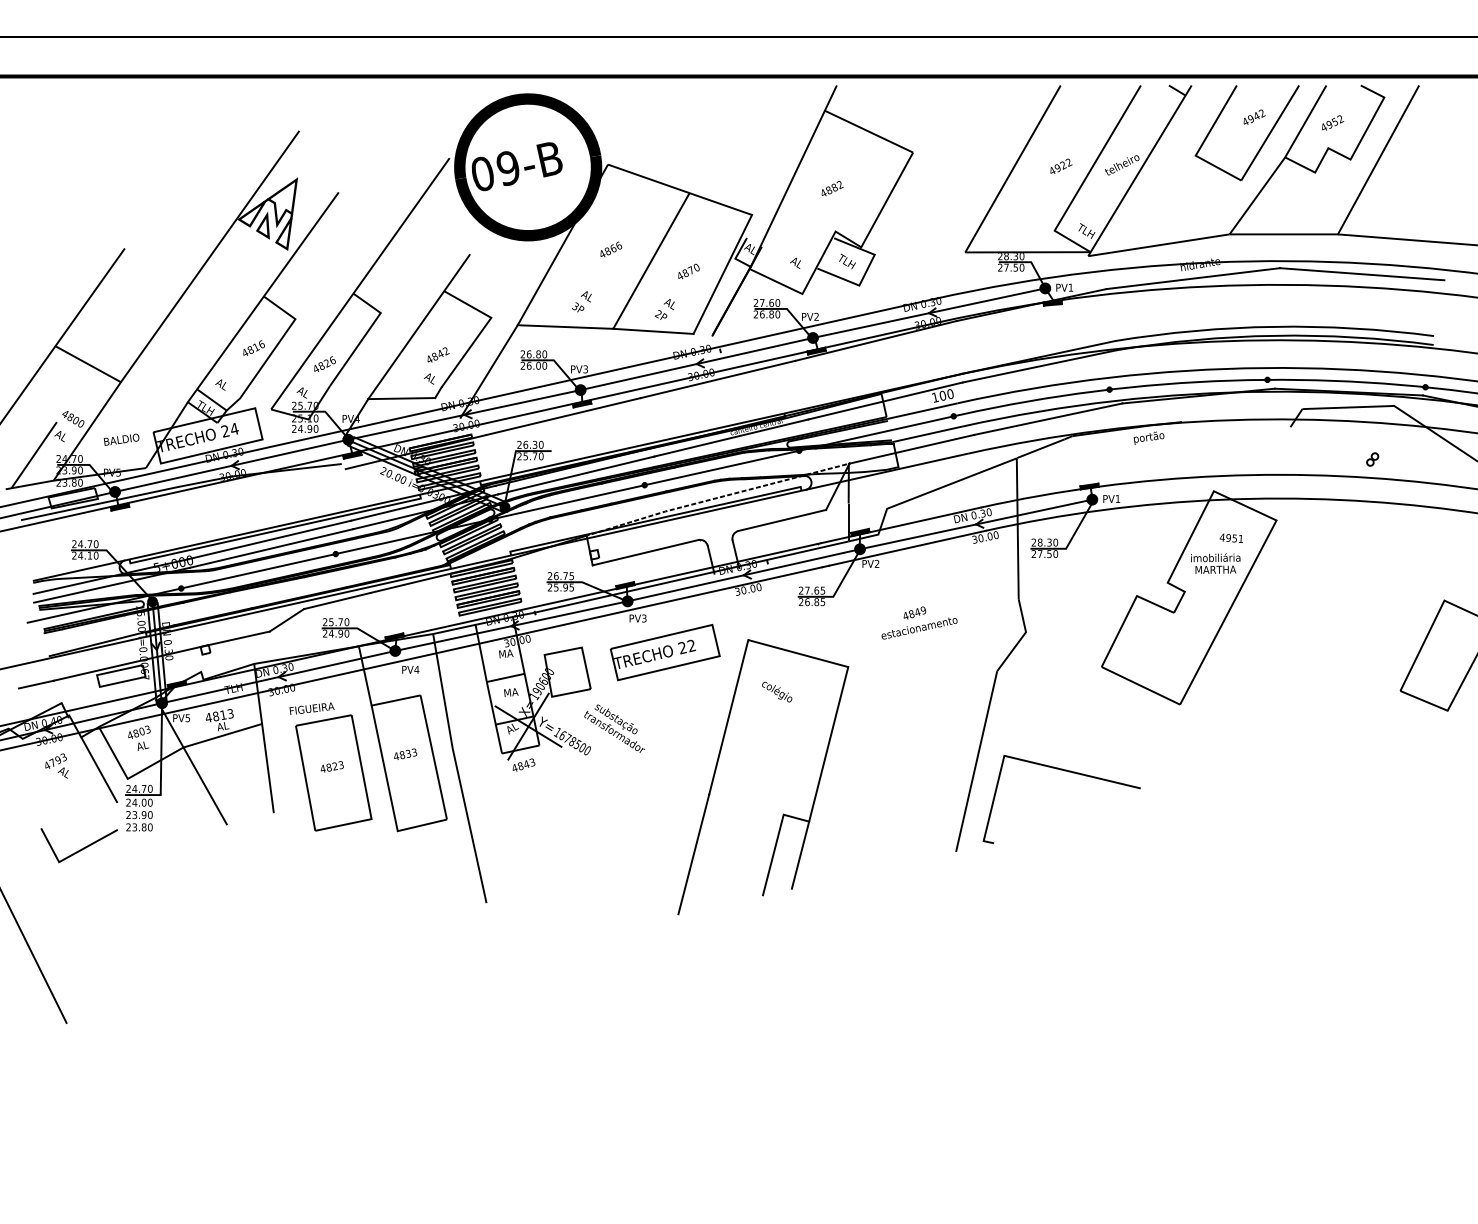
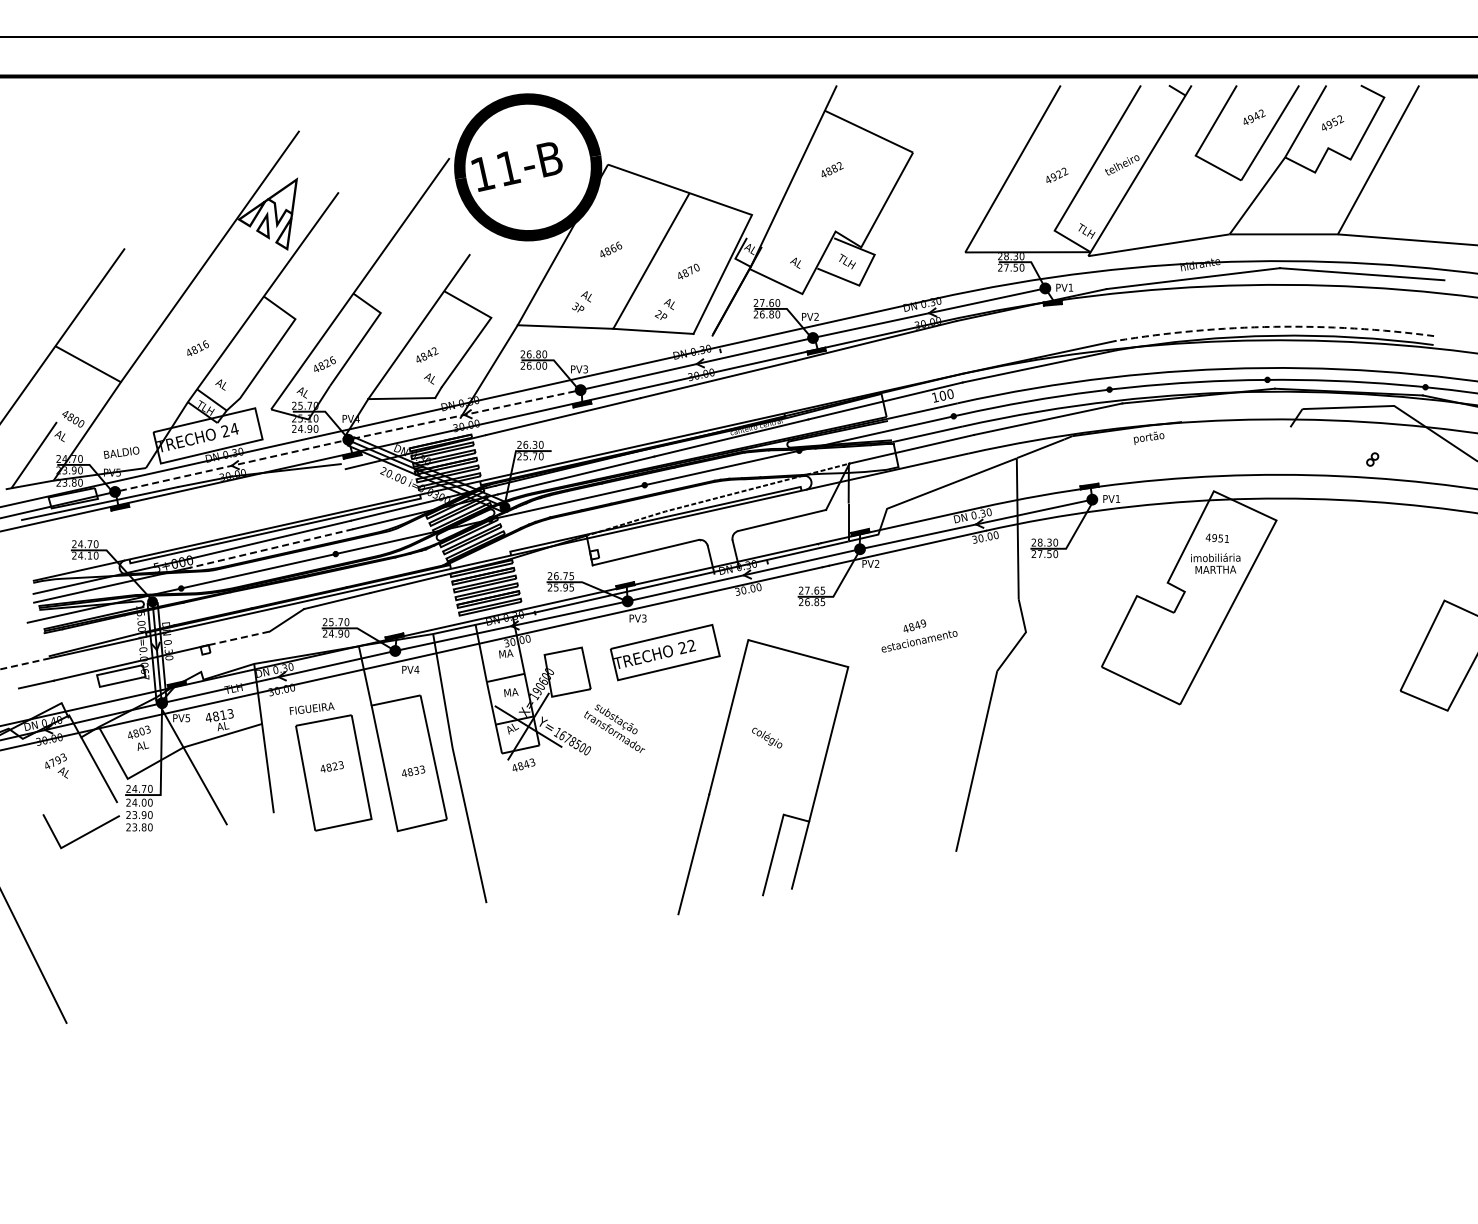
text at (1061, 165) position: (1061, 165) -> (1057, 174)
text at (496, 171): 09-B -> 11-B
text at (832, 188) position: (832, 188) -> (832, 169)
arc at (1274, 326): solid -> dashed
text at (253, 347) position: (253, 347) -> (197, 347)
text at (438, 354) position: (438, 354) -> (427, 354)
line at (464, 414): solid -> dashed
text at (121, 439) position: (121, 439) -> (121, 452)
line at (231, 465): solid -> dashed
text at (1230, 537) position: (1230, 537) -> (1216, 537)
line at (271, 548): solid -> dashed
text at (919, 622) position: (919, 622) -> (919, 635)
line at (239, 638): solid -> dashed
line at (24, 663): solid -> dashed
text at (777, 691) position: (777, 691) -> (767, 737)
text at (405, 753) position: (405, 753) -> (413, 770)
line at (1068, 772): present -> none
line at (79, 849) position: (79, 849) -> (81, 835)
